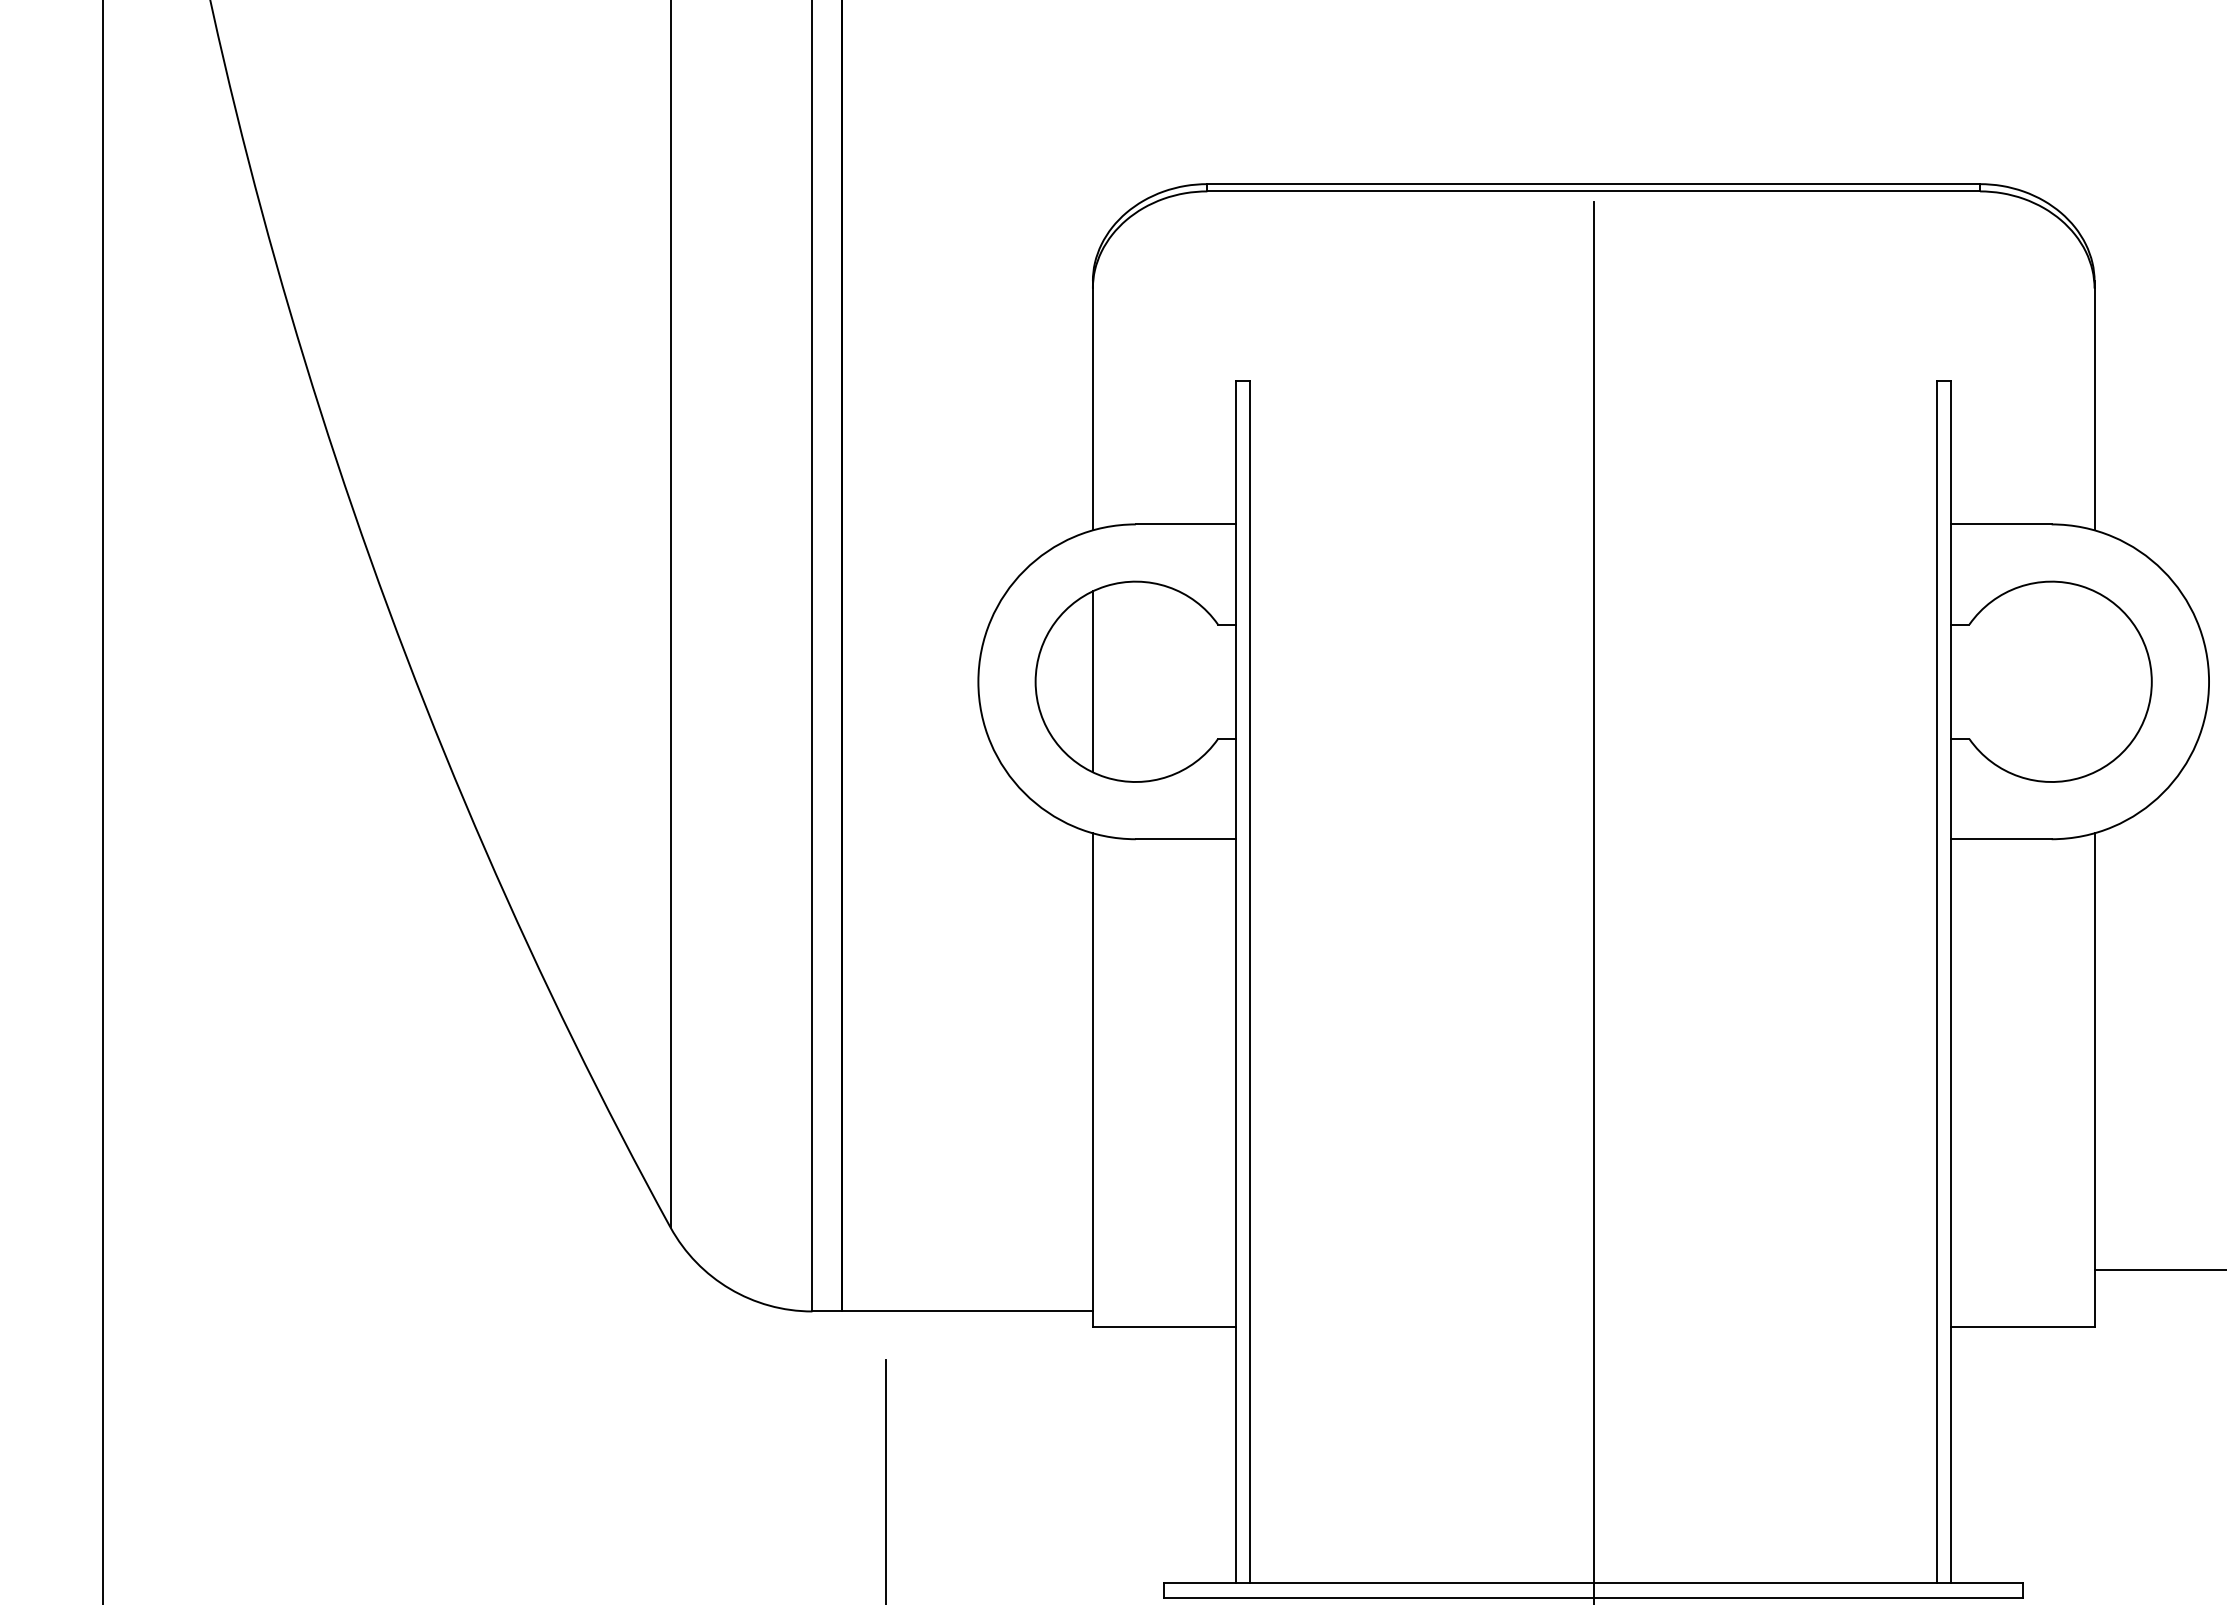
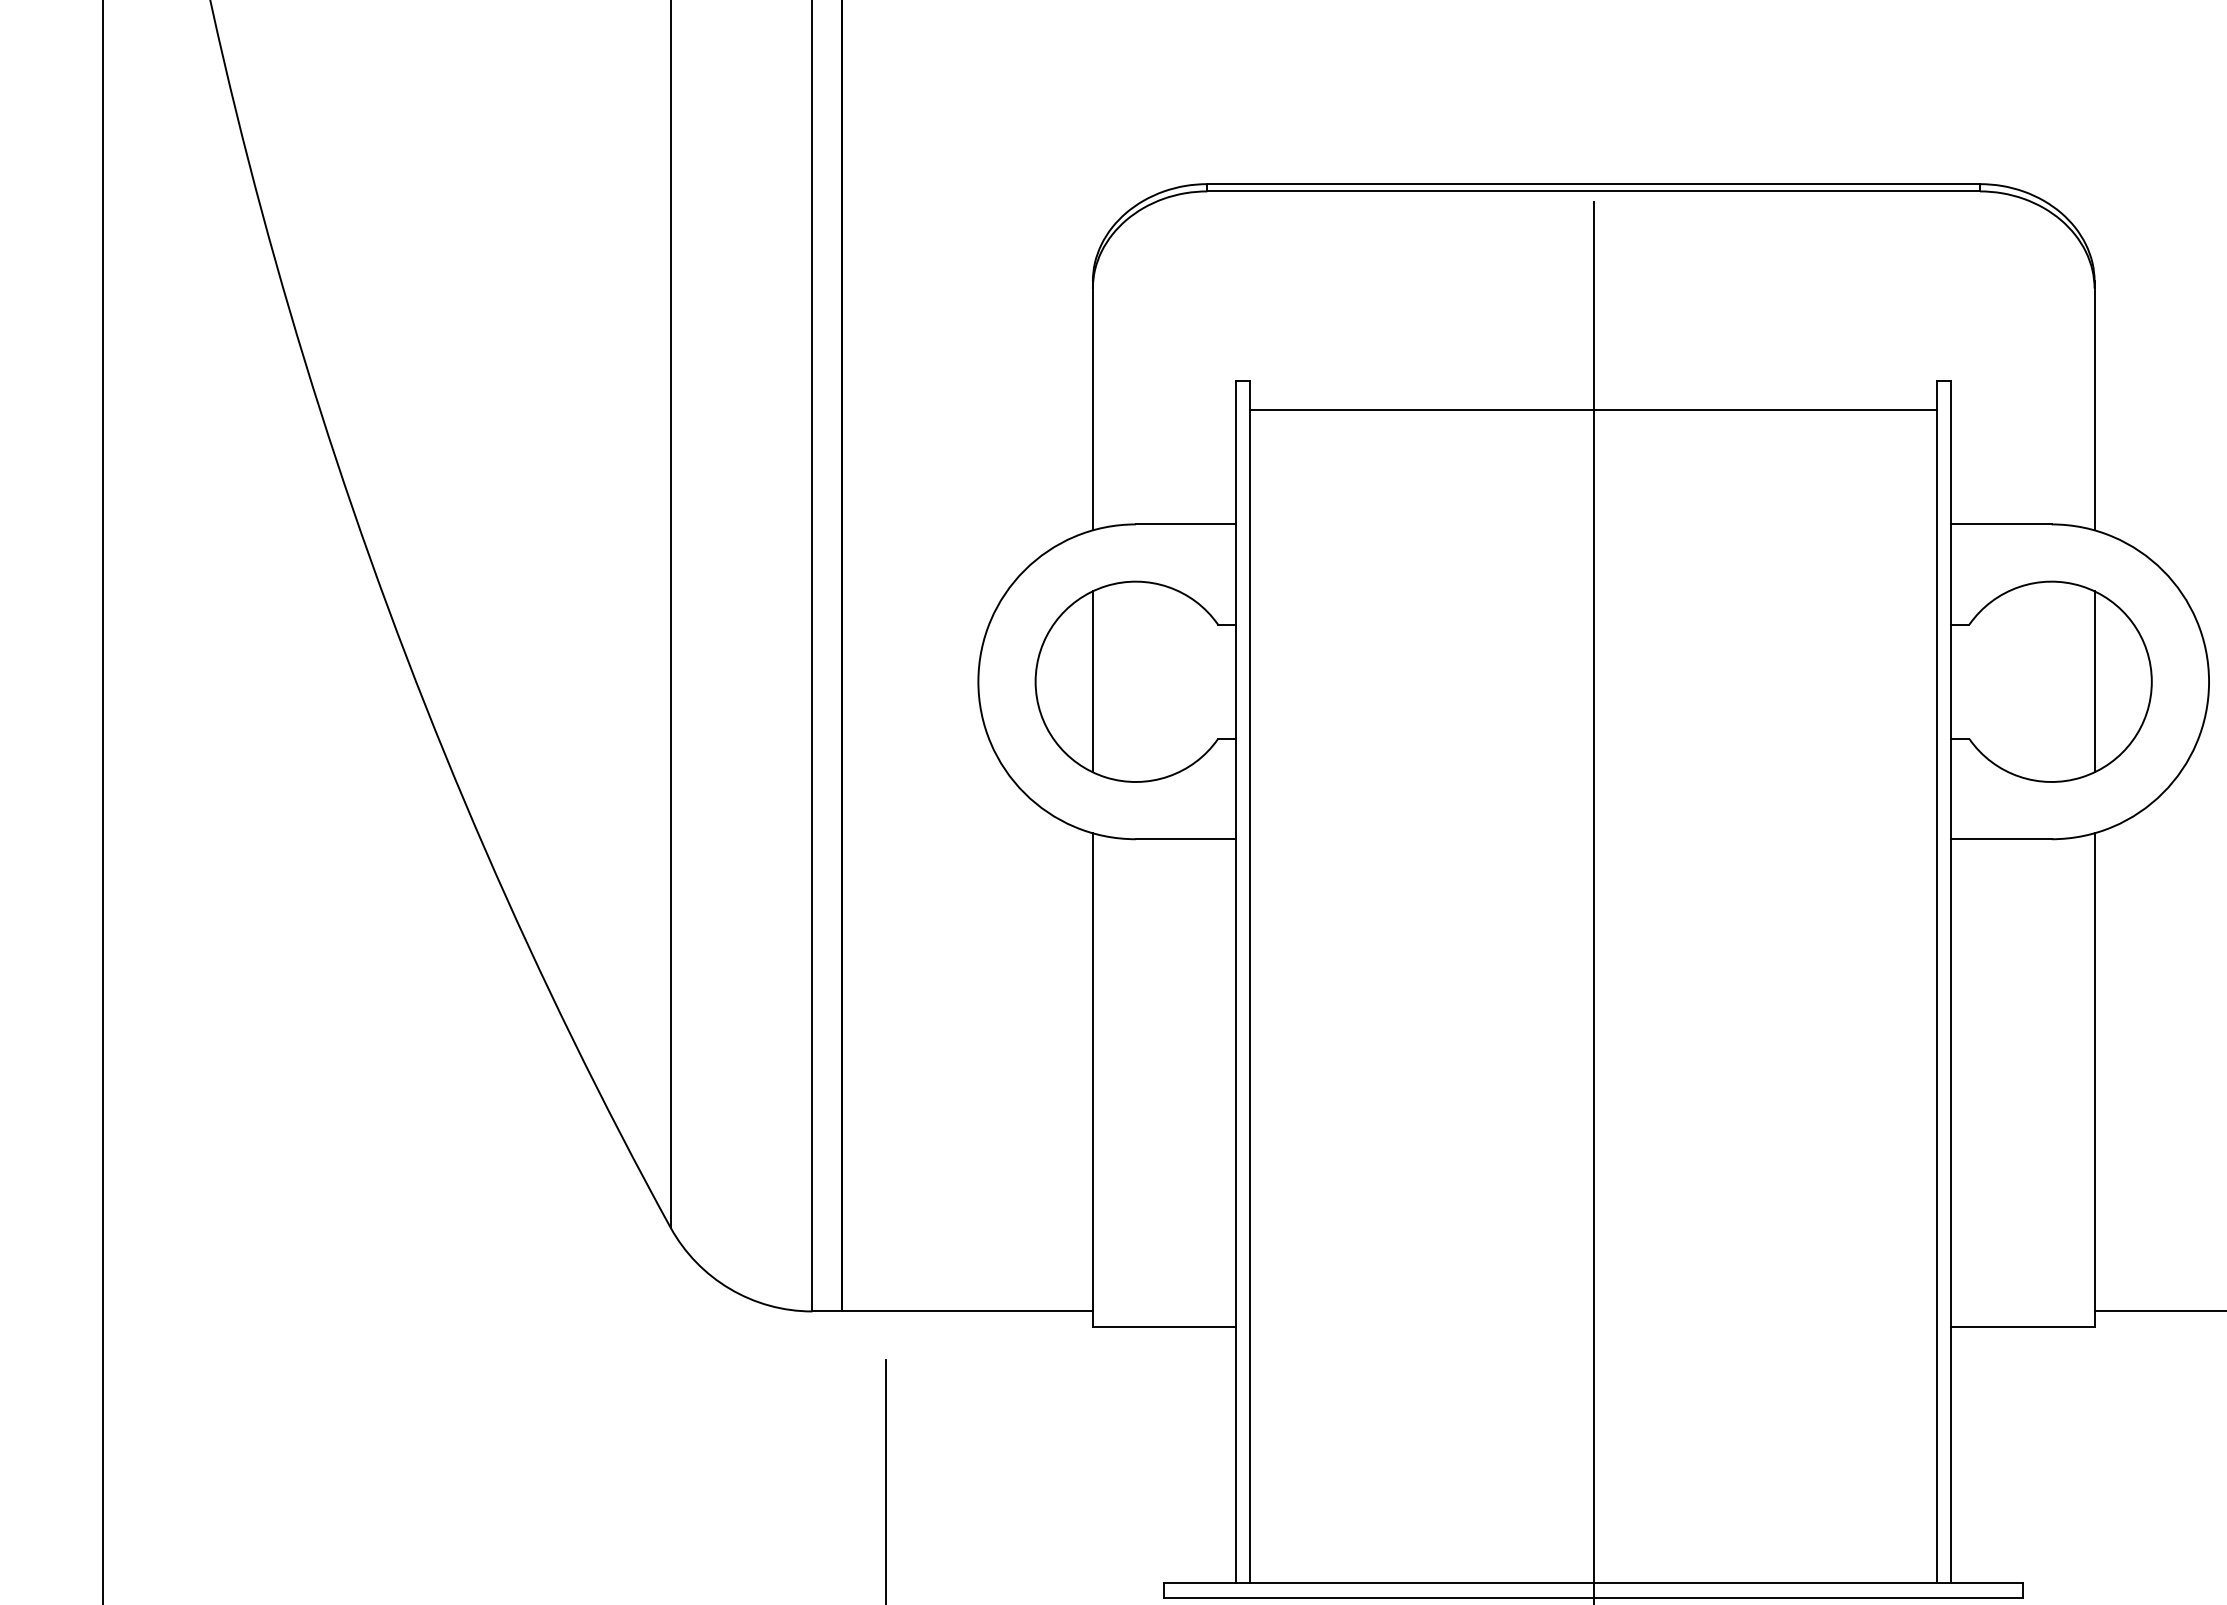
line at (1593, 409): none -> present
line at (2094, 681): none -> present
line at (2158, 1270) position: (2158, 1270) -> (2158, 1311)
